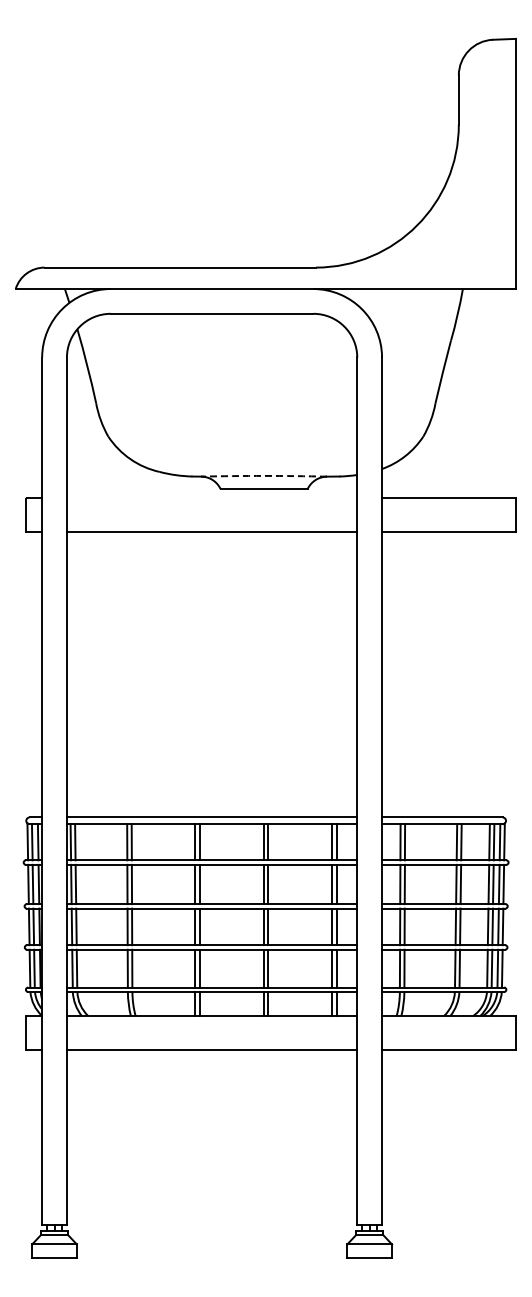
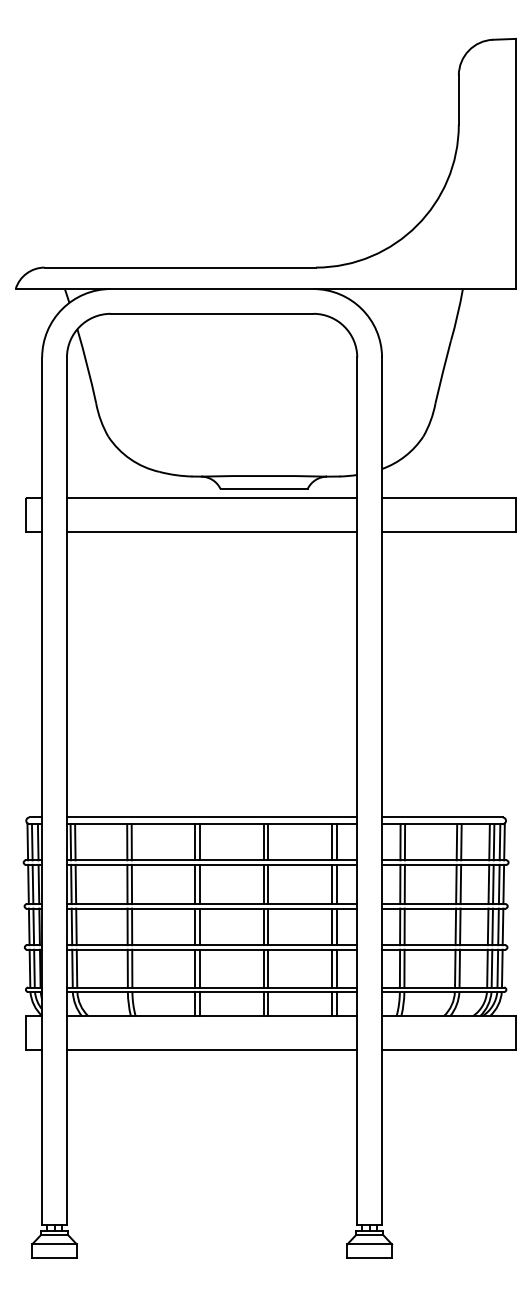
arc at (264, 475): dashed -> solid
line at (211, 498): none -> present
